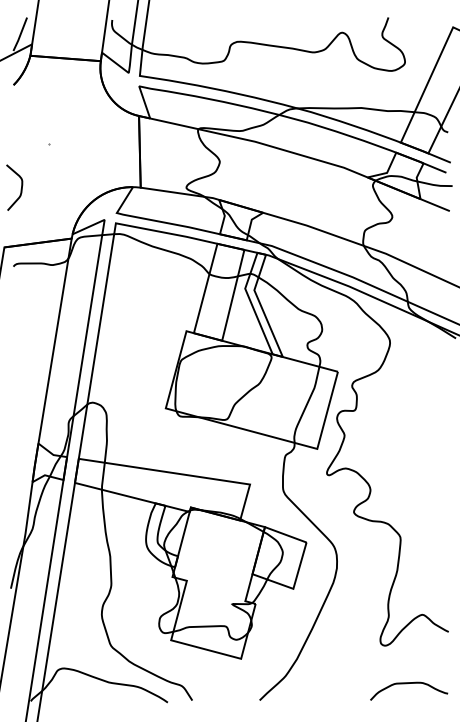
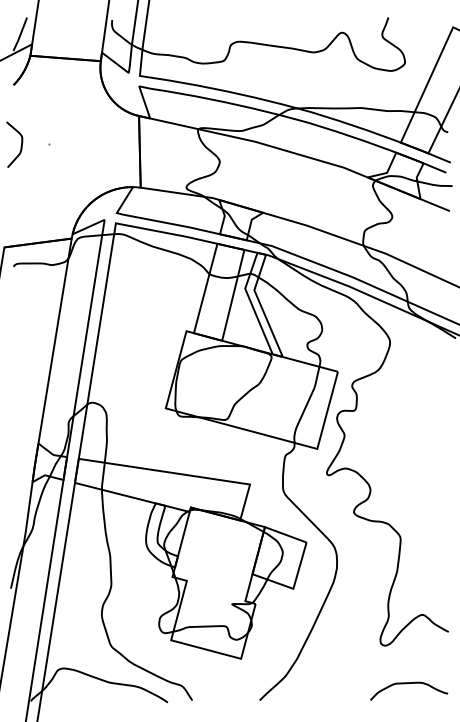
curve at (20, 189) position: (20, 189) -> (20, 146)
